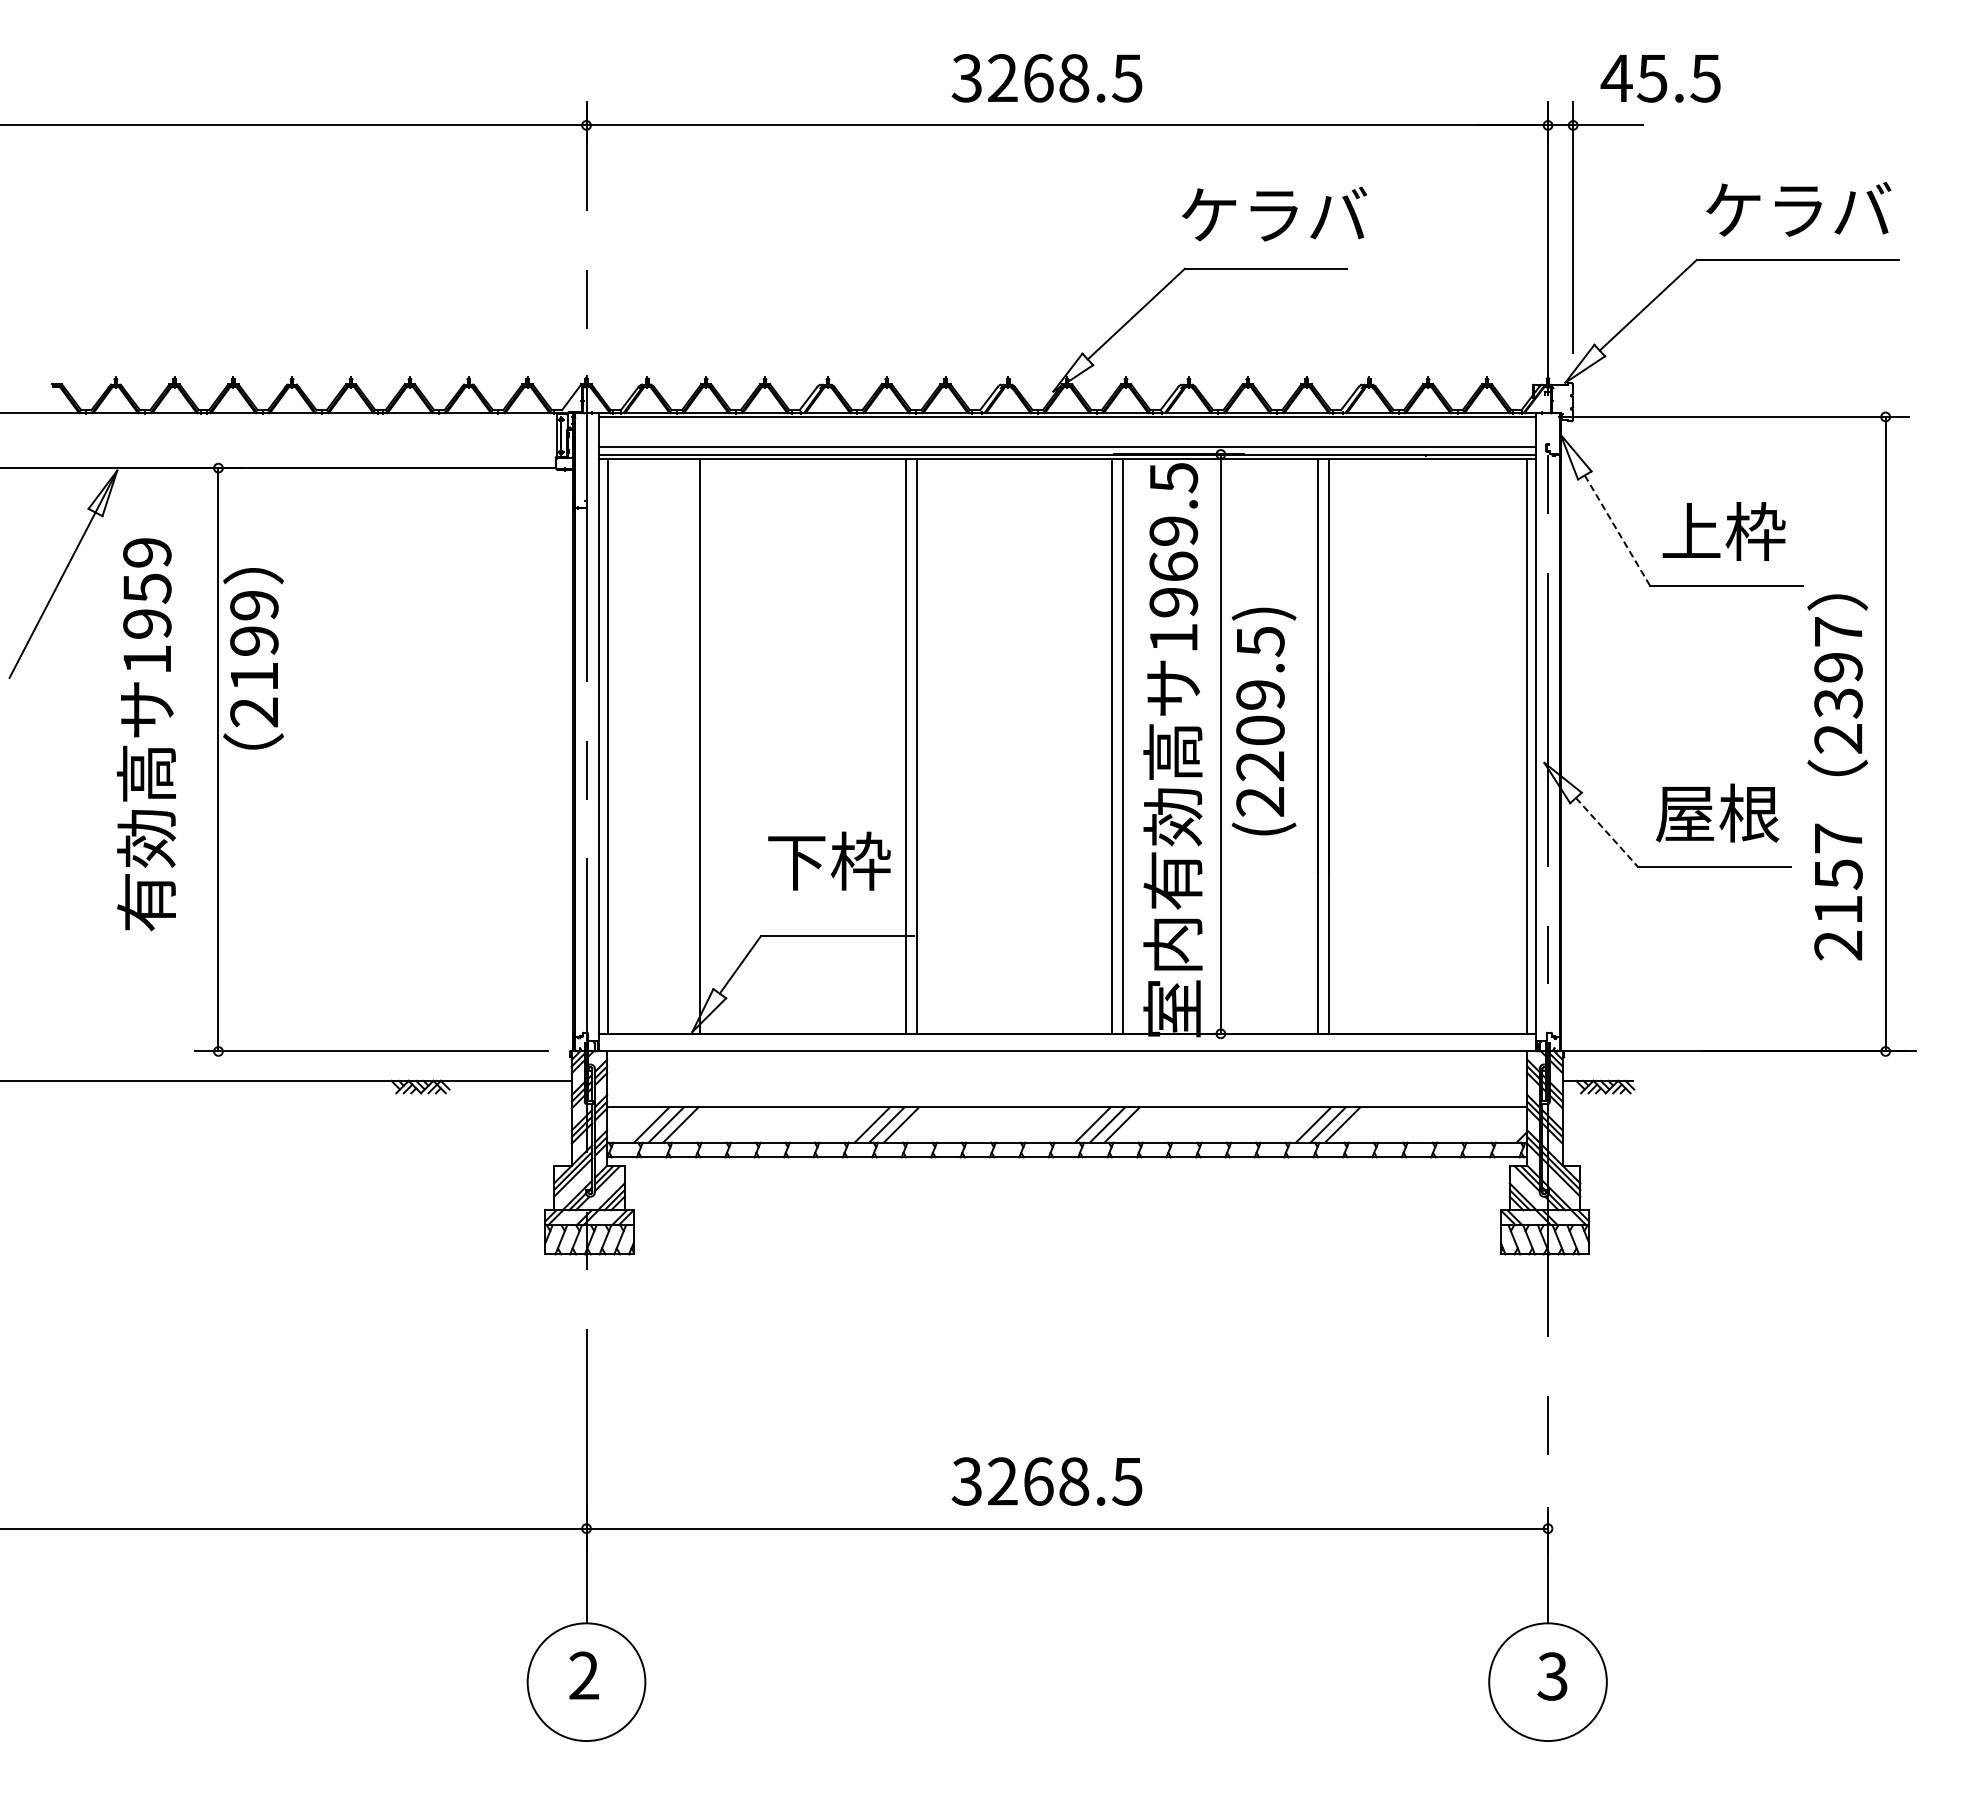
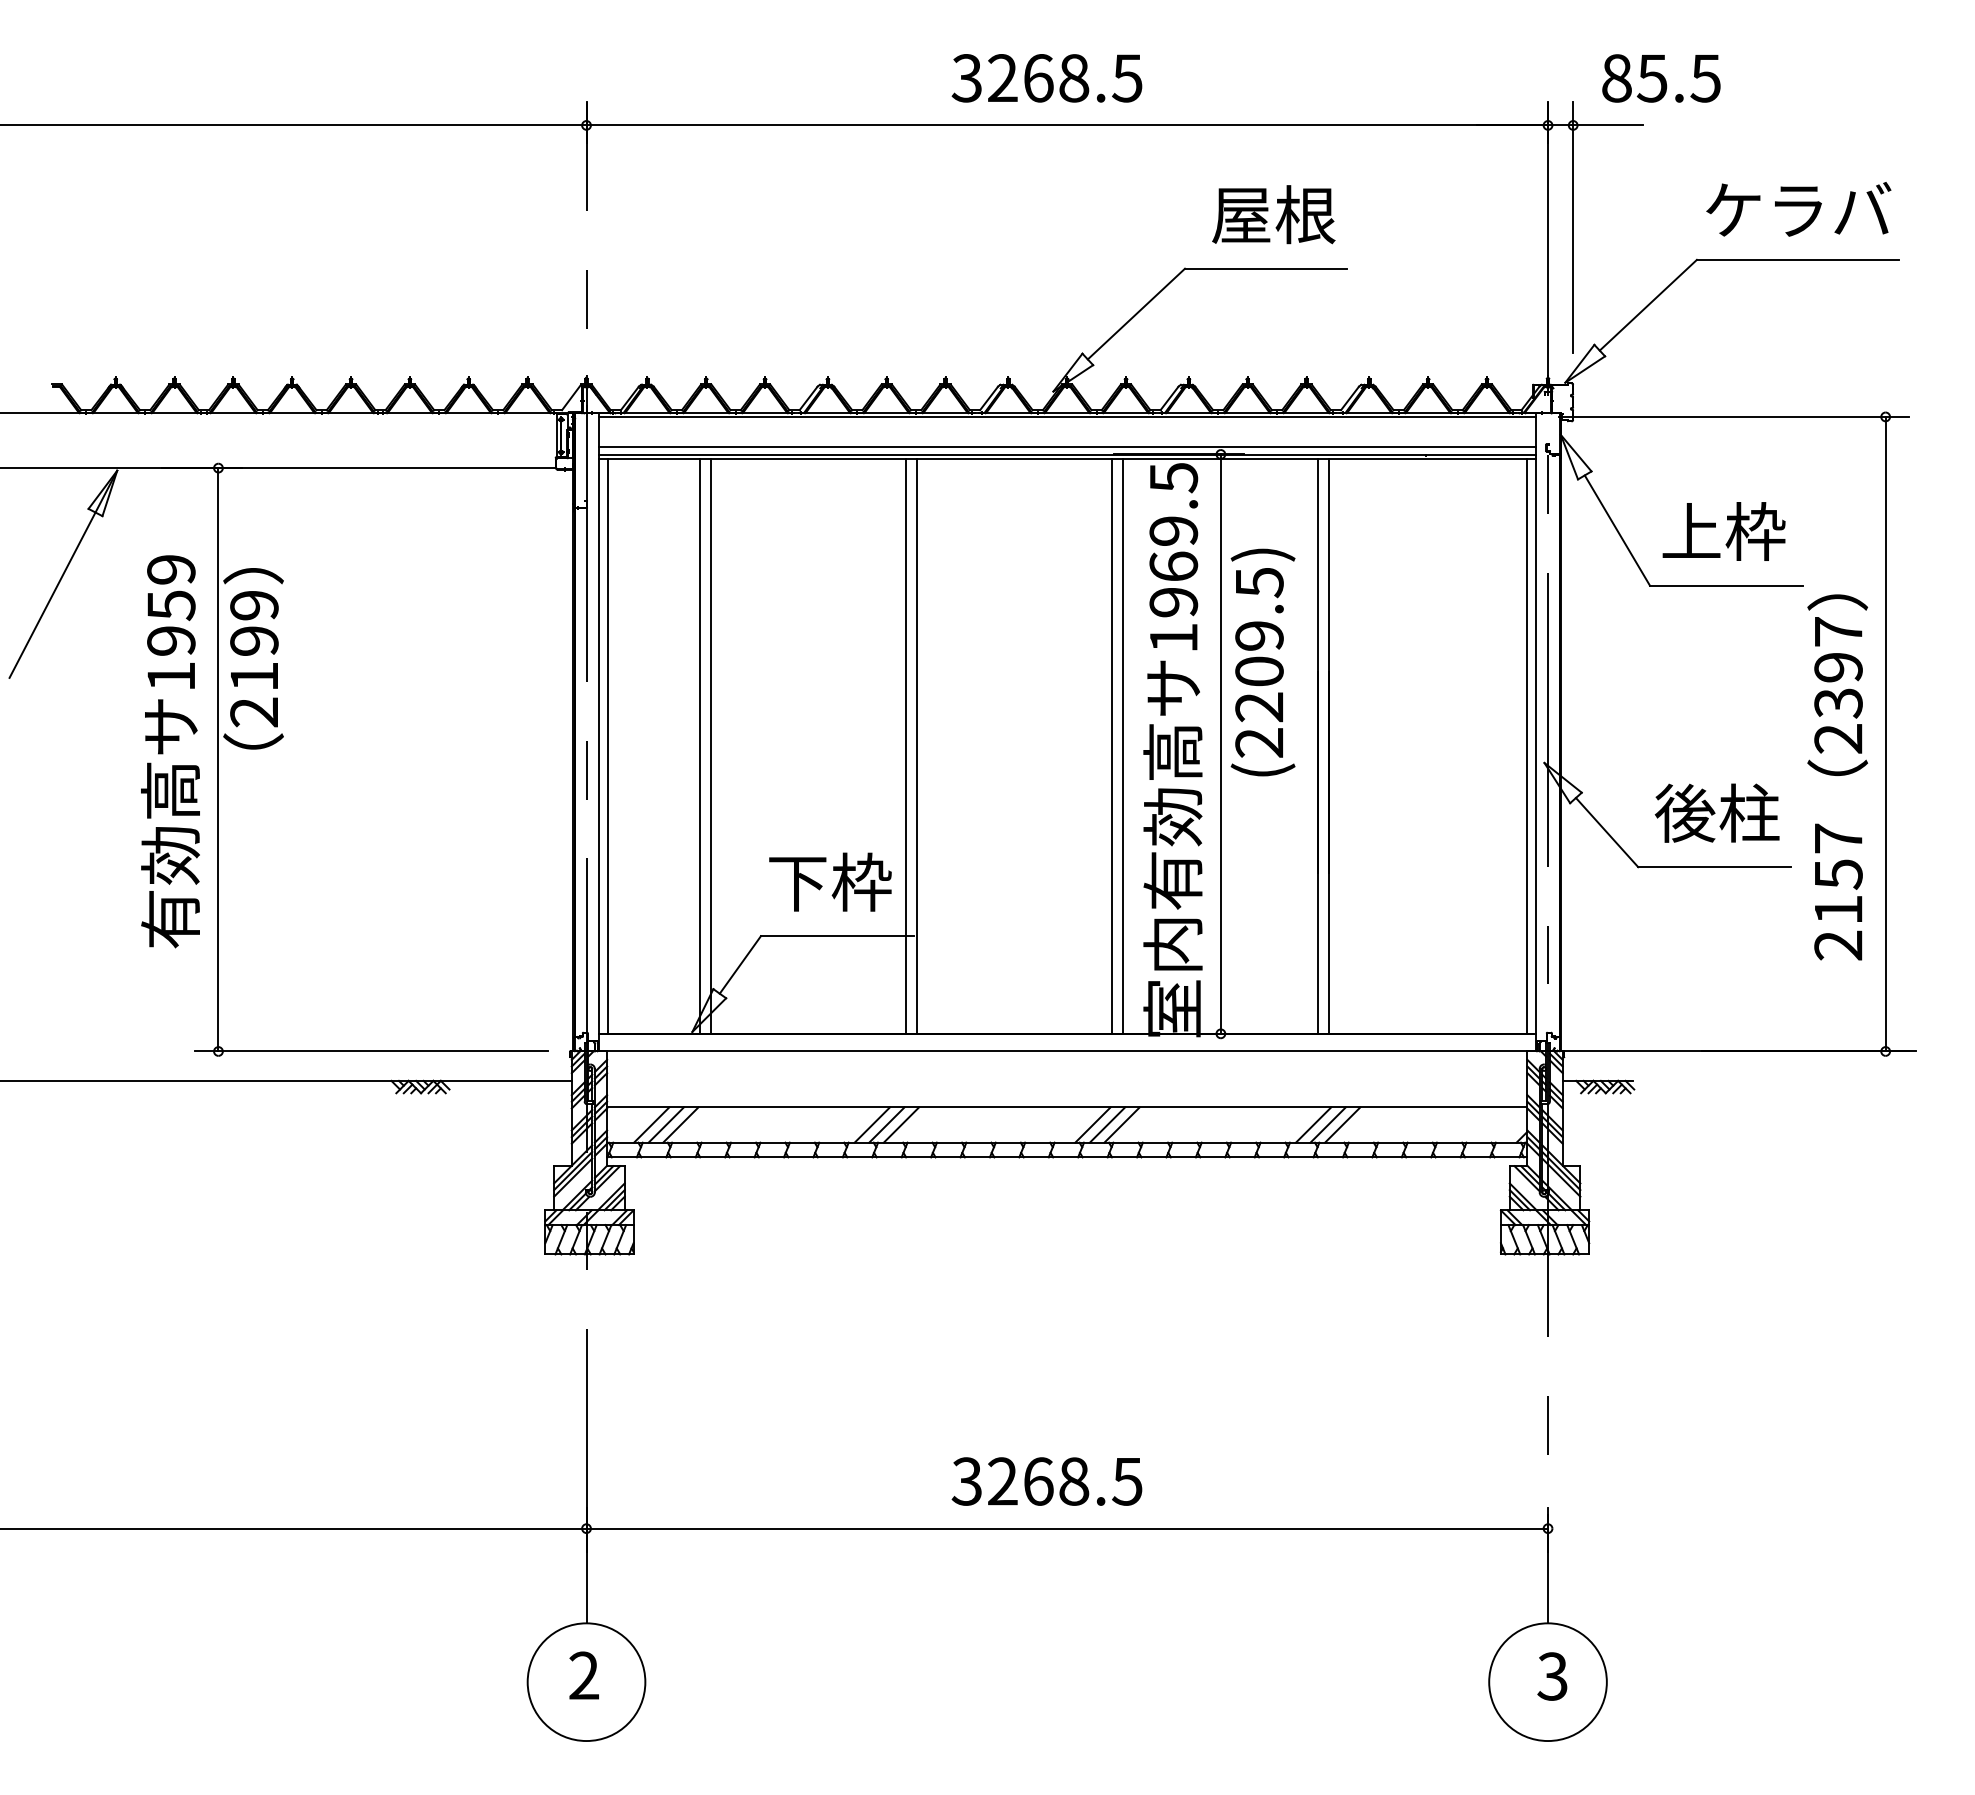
text at (1616, 78): 45.5 -> 85.5
text at (1274, 214): ケラバ -> 屋根
line at (1617, 530): dashed -> solid
text at (1263, 721) position: (1263, 721) -> (1262, 662)
text at (146, 734) position: (146, 734) -> (170, 751)
line at (710, 746): none -> present
text at (1716, 812): 屋根 -> 後柱
line at (1607, 832): dashed -> solid
text at (829, 860) position: (829, 860) -> (830, 881)
